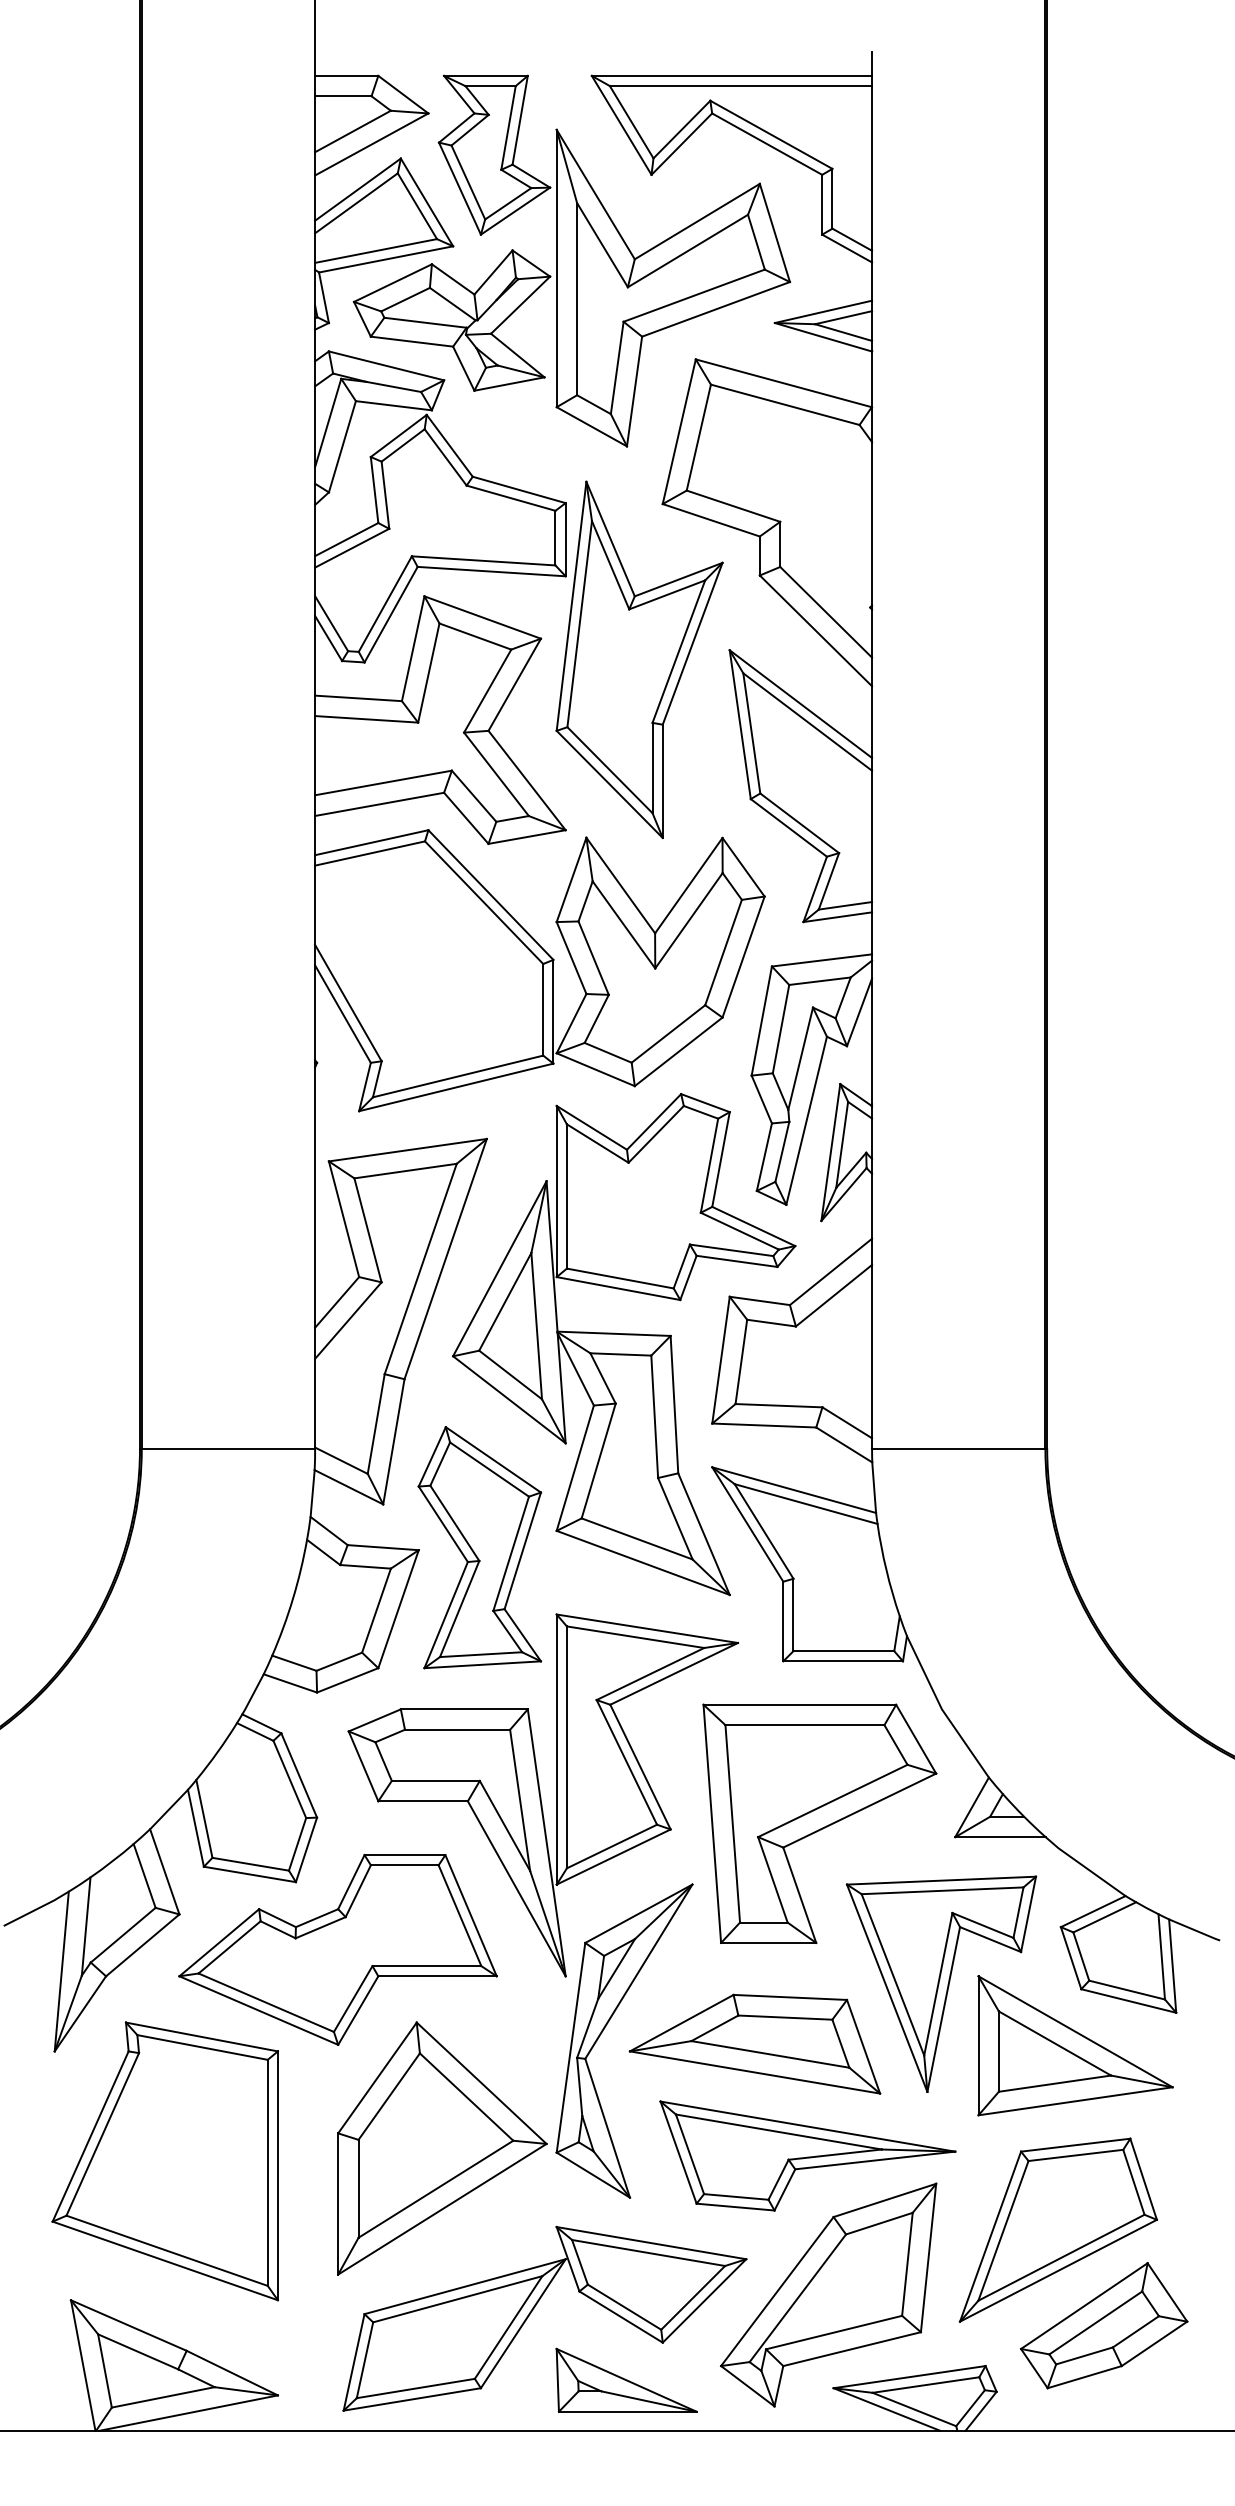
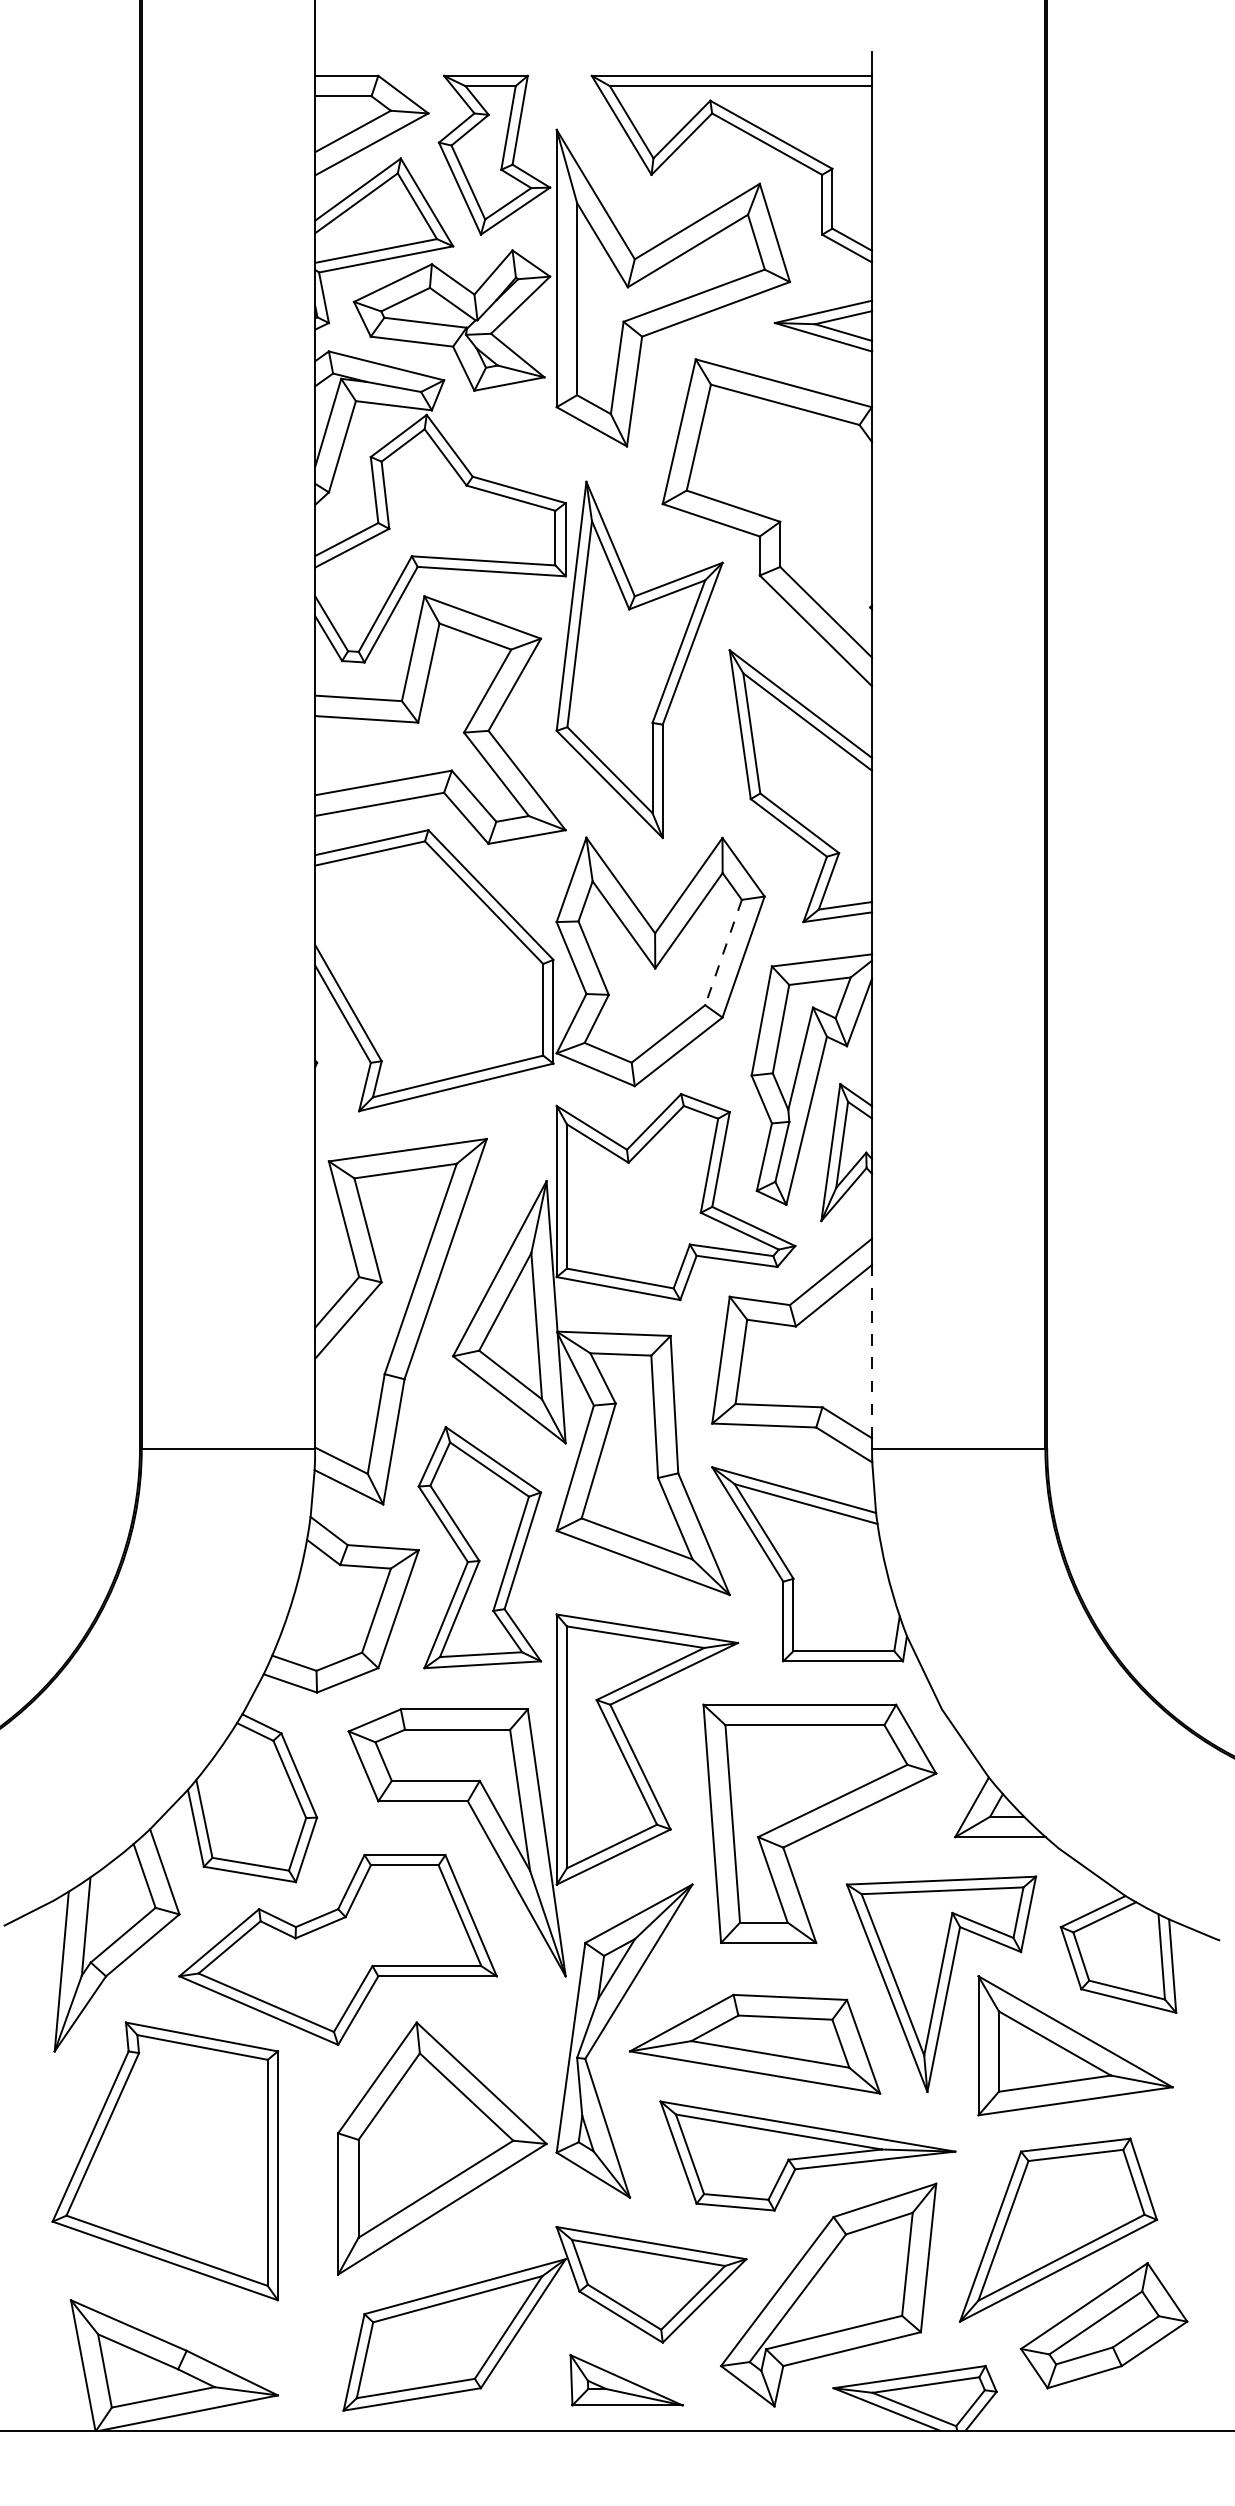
line at (723, 952): solid -> dashed
line at (872, 1351): solid -> dashed
part at (626, 2379) size: 143x66 px -> 115x53 px
